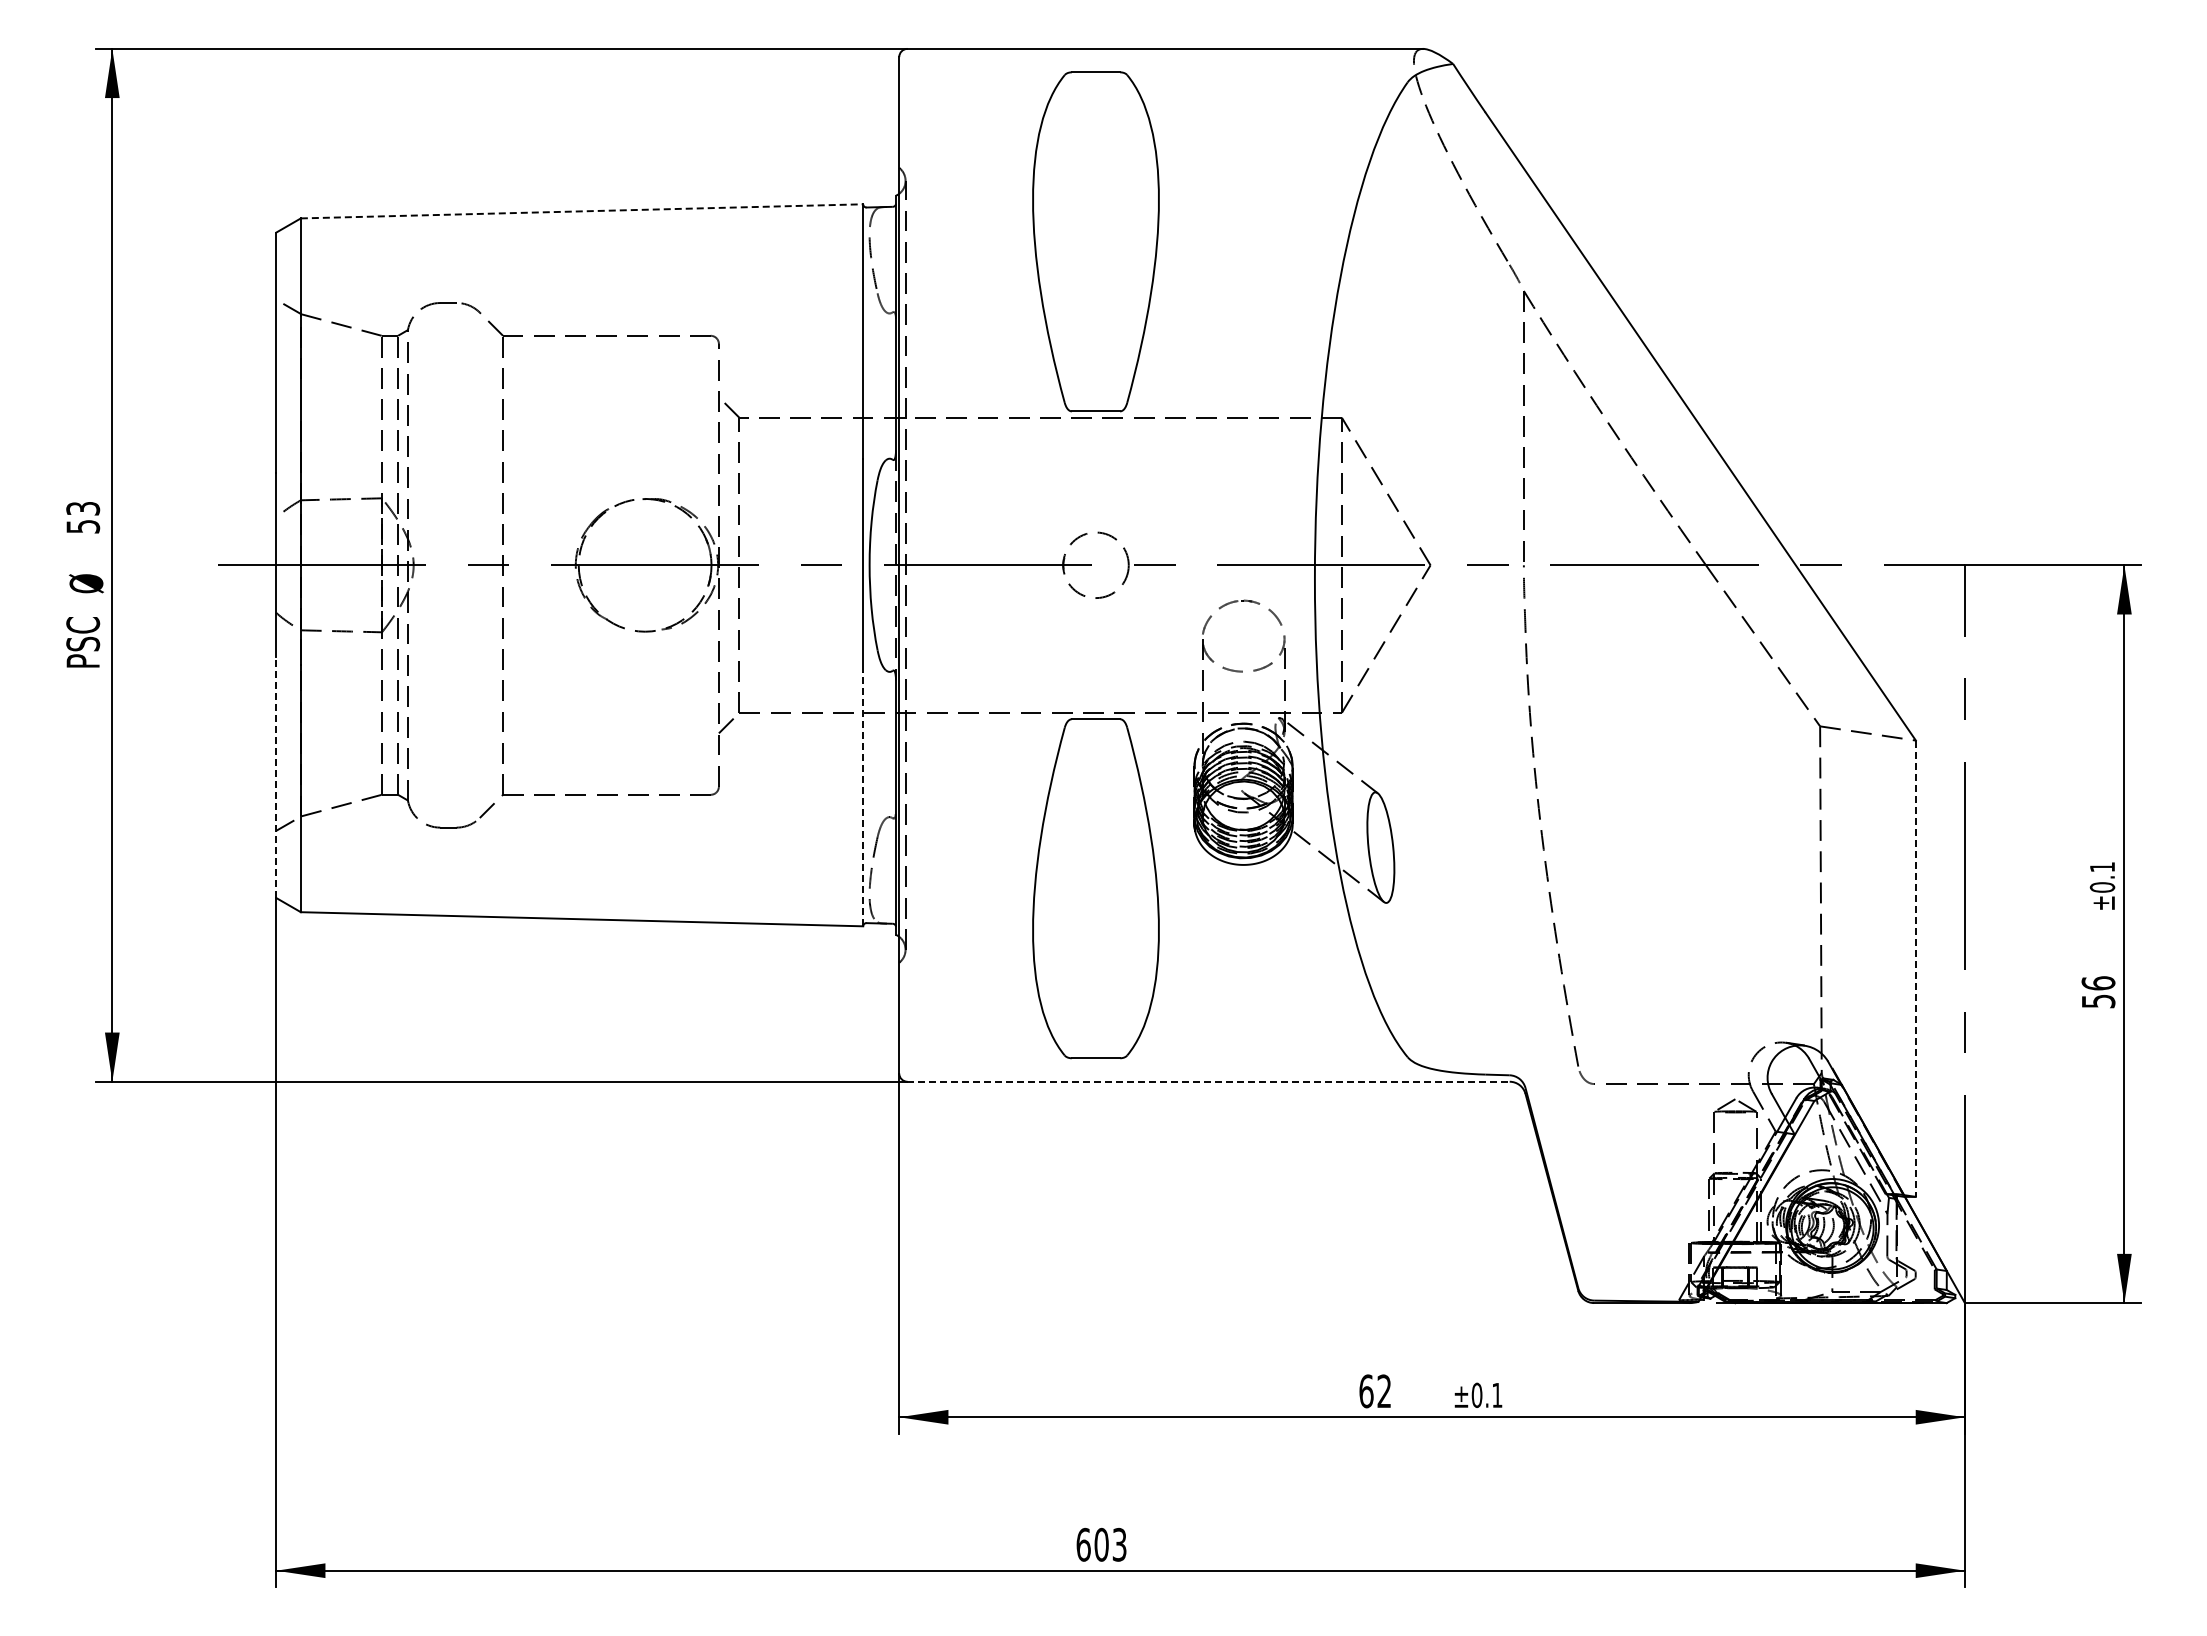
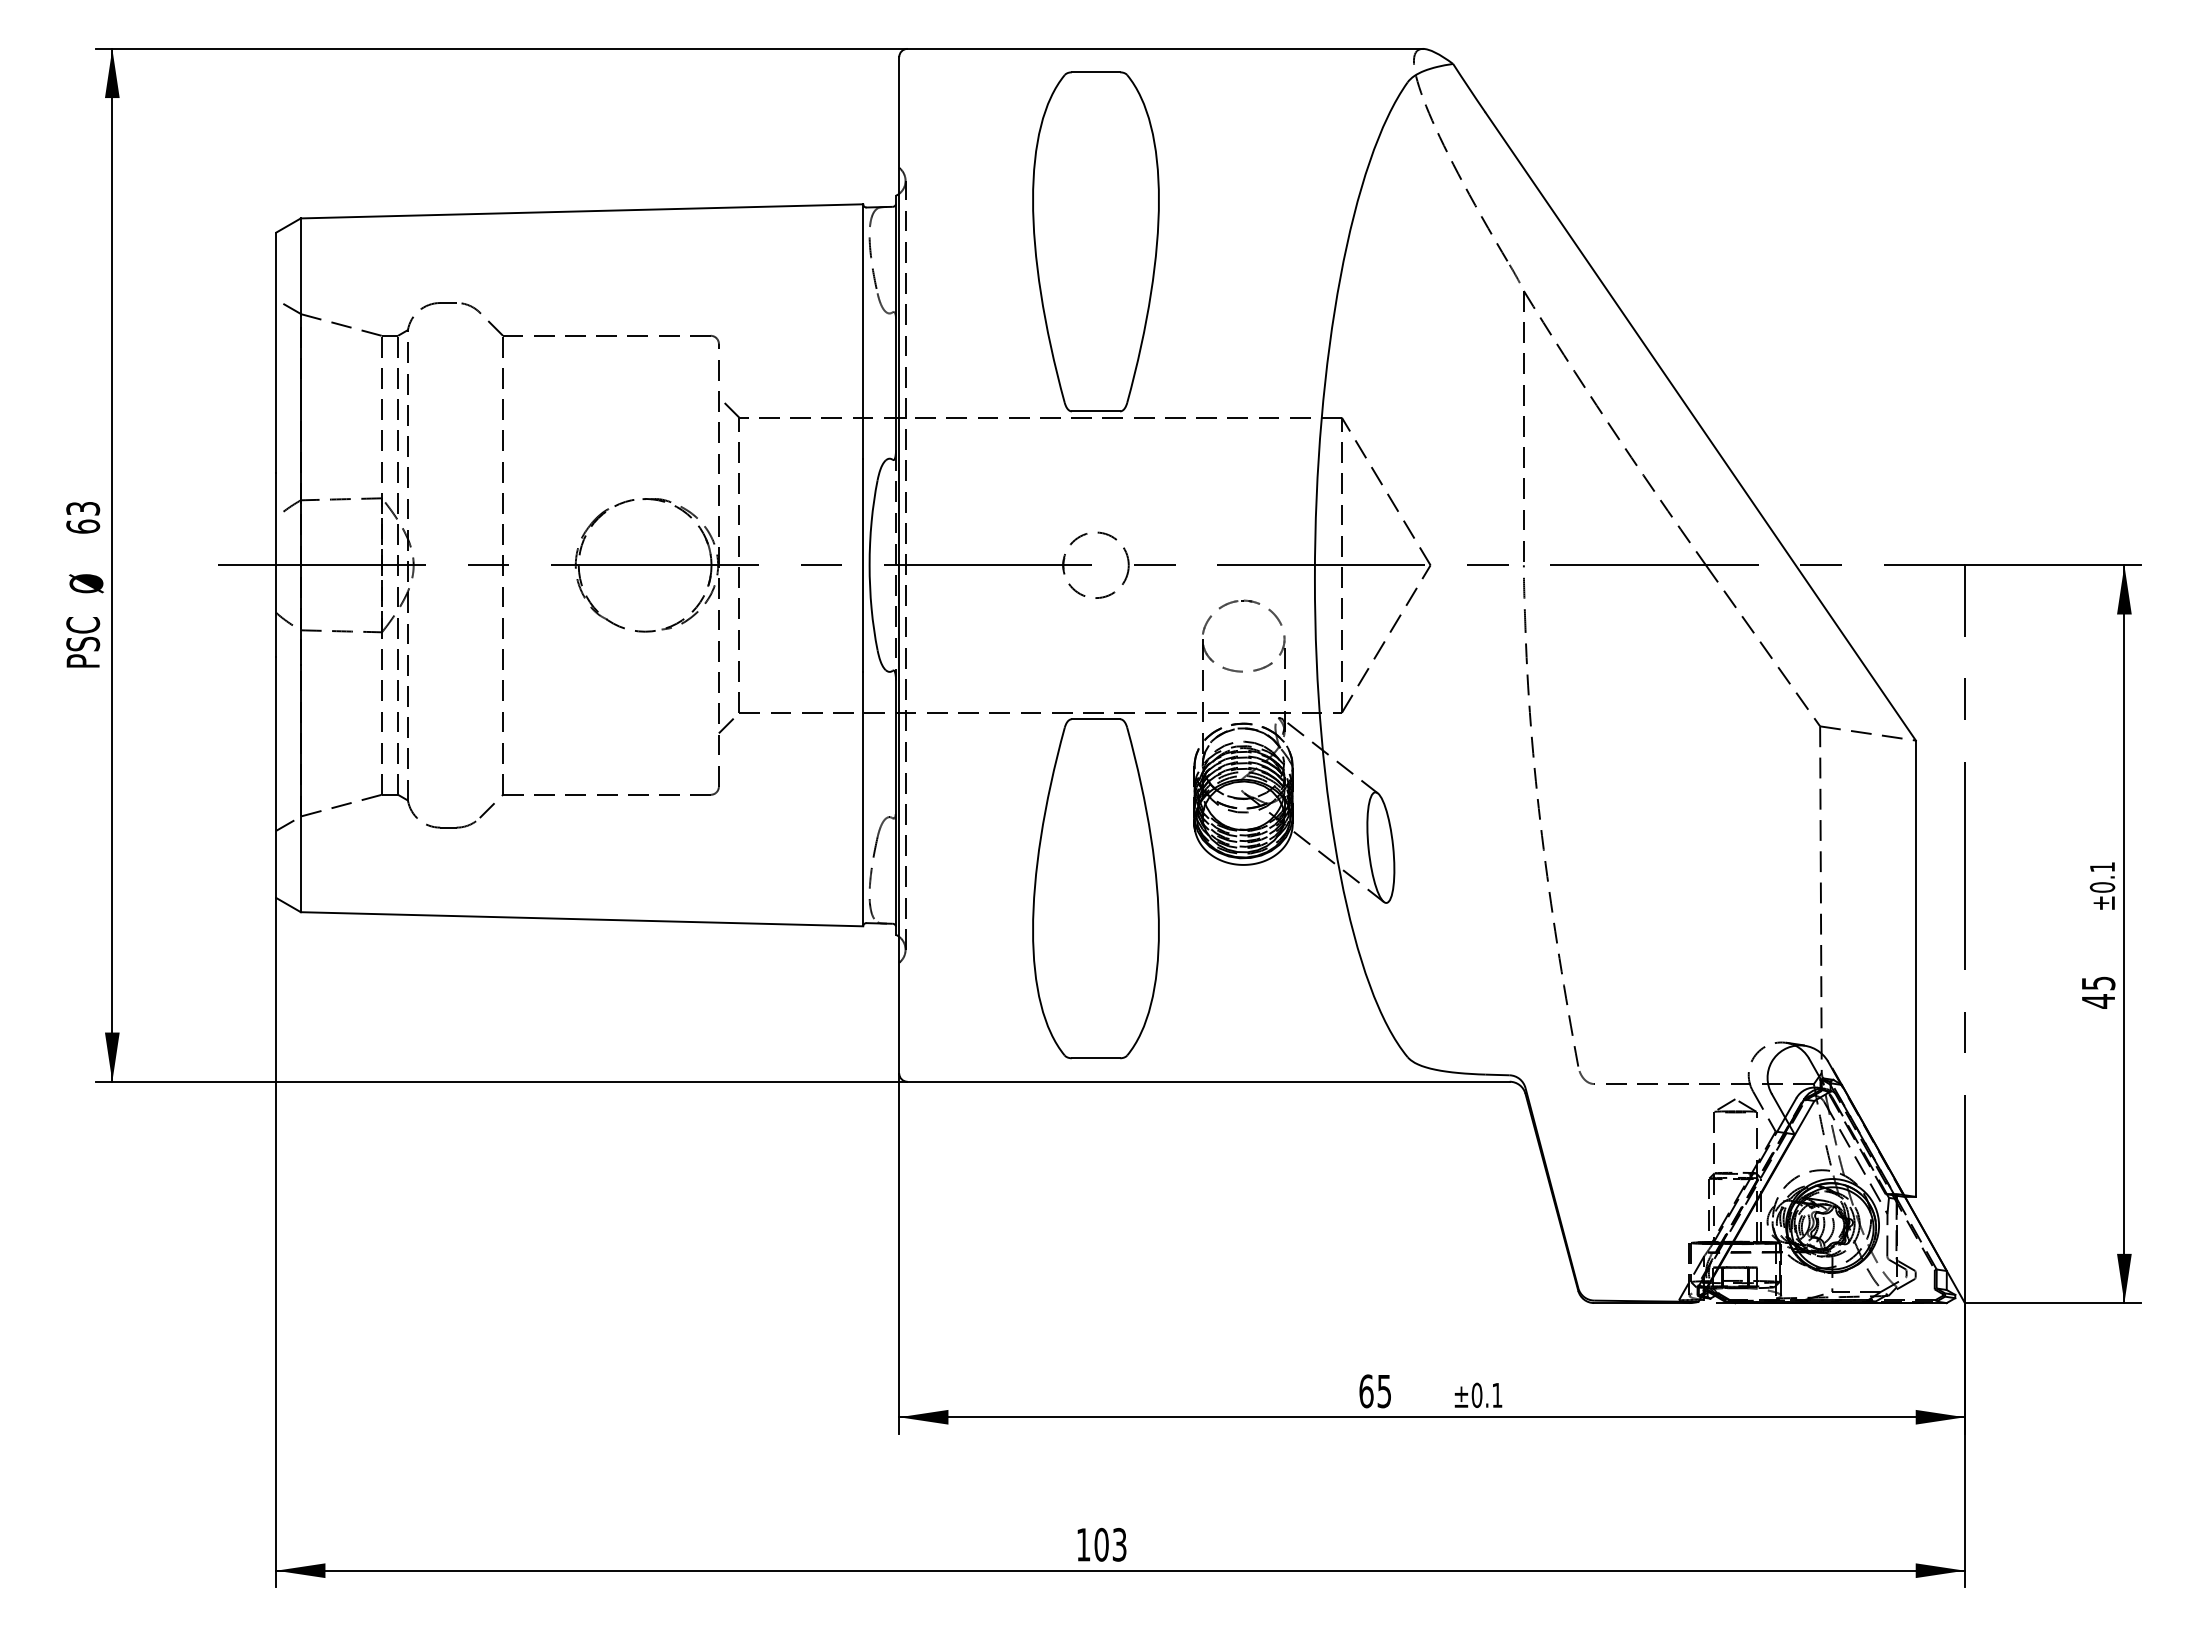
line at (582, 211): dashed -> solid
text at (83, 526): 53 -> 63
line at (276, 777): dashed -> solid
line at (863, 798): dashed -> solid
line at (1915, 969): dashed -> solid
text at (2098, 992): 56 -> 45
line at (1209, 1081): dashed -> solid
text at (1383, 1391): 62 -> 65
text at (1083, 1544): 603 -> 103
